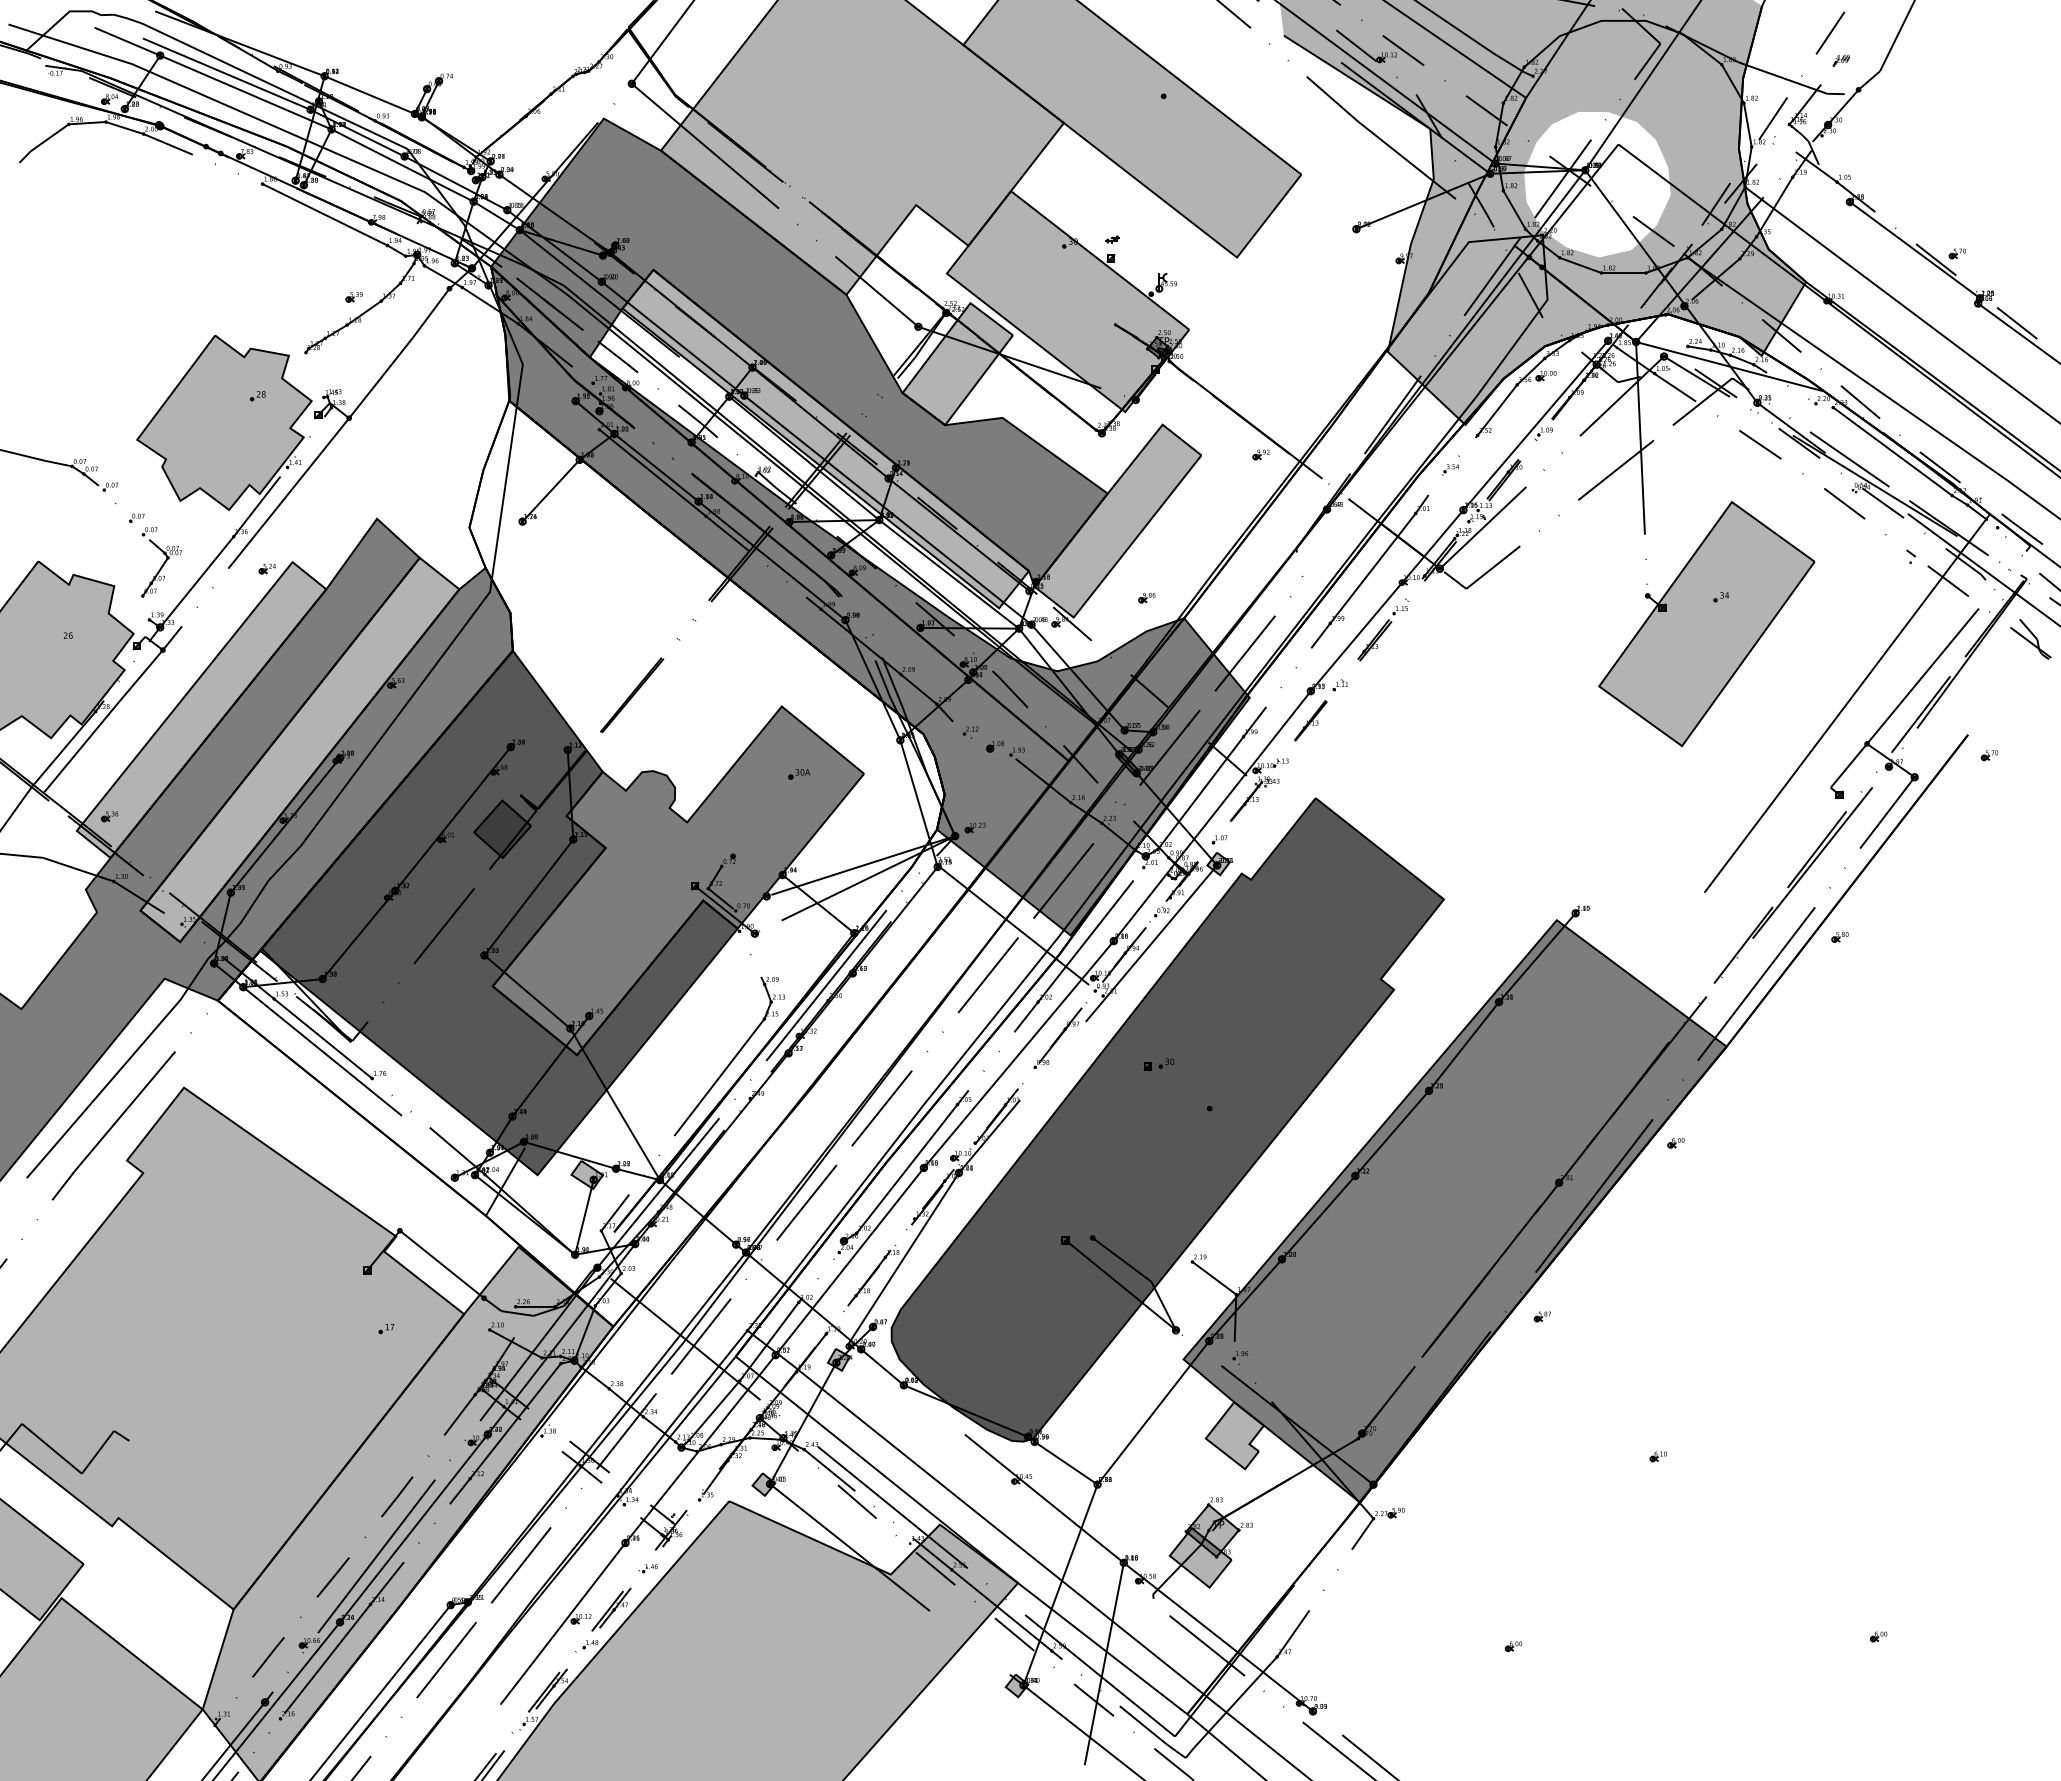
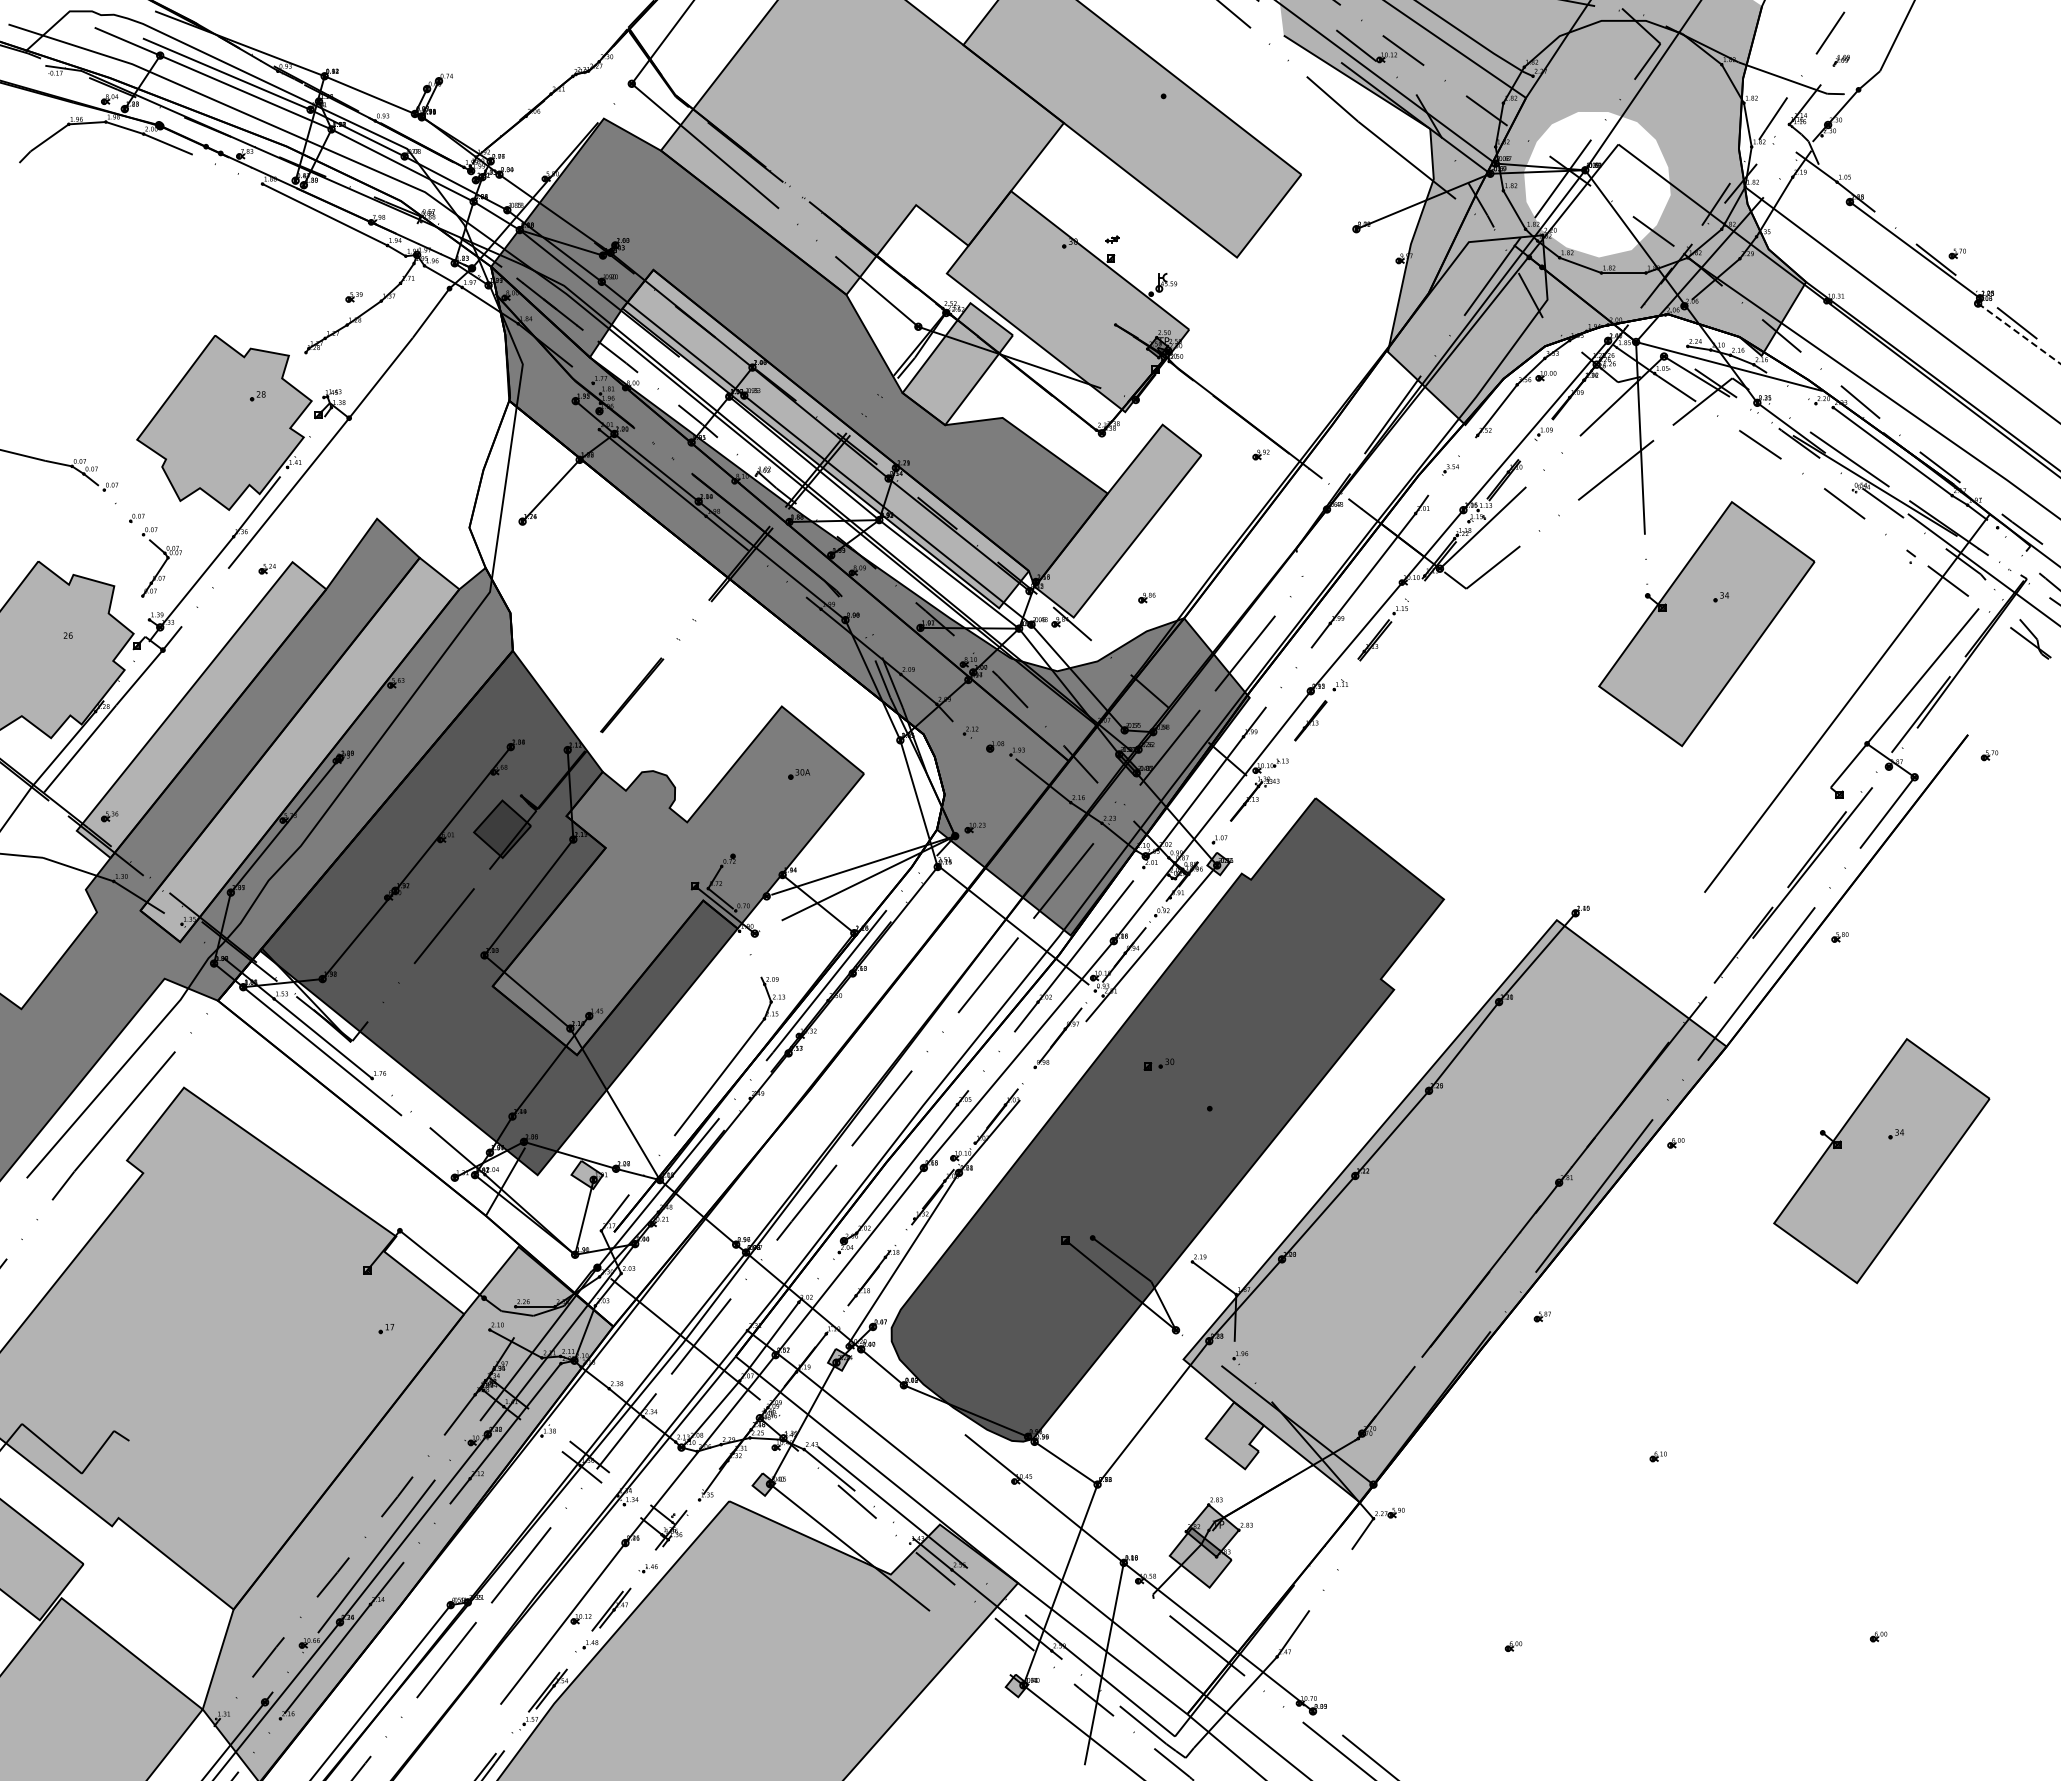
line at (2019, 334): solid -> dashed
part at (1881, 1161): none -> present
fill at (1454, 1211): present -> none
